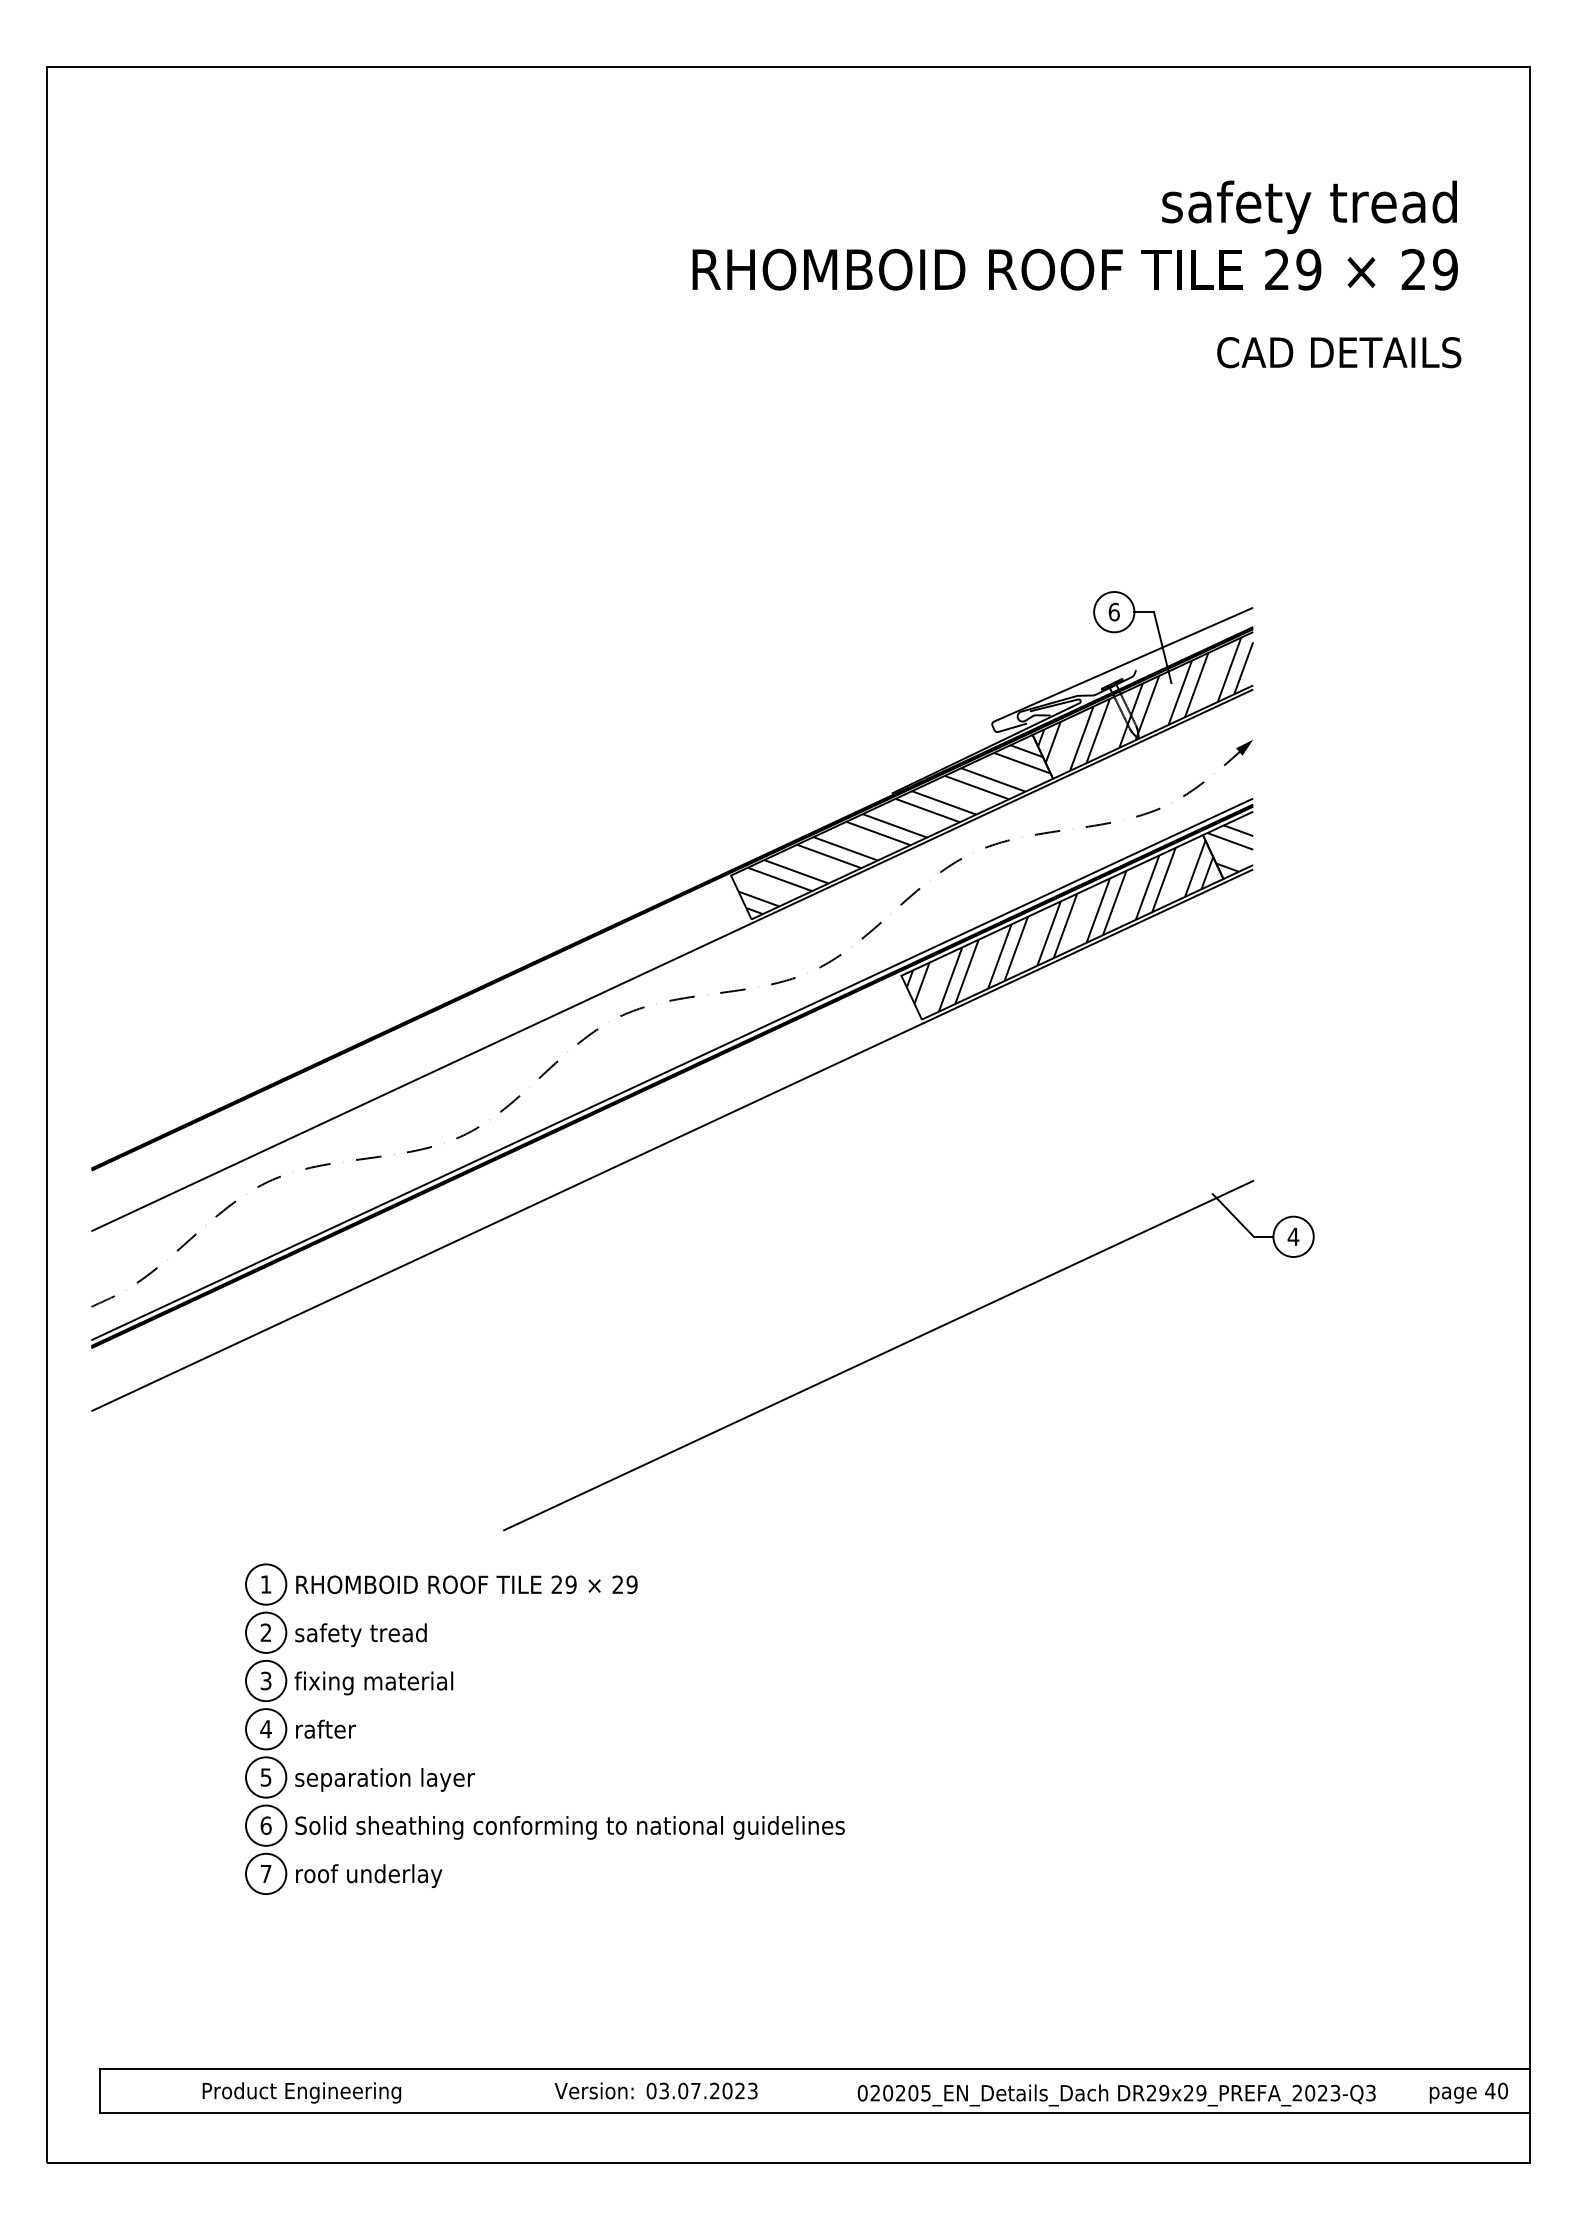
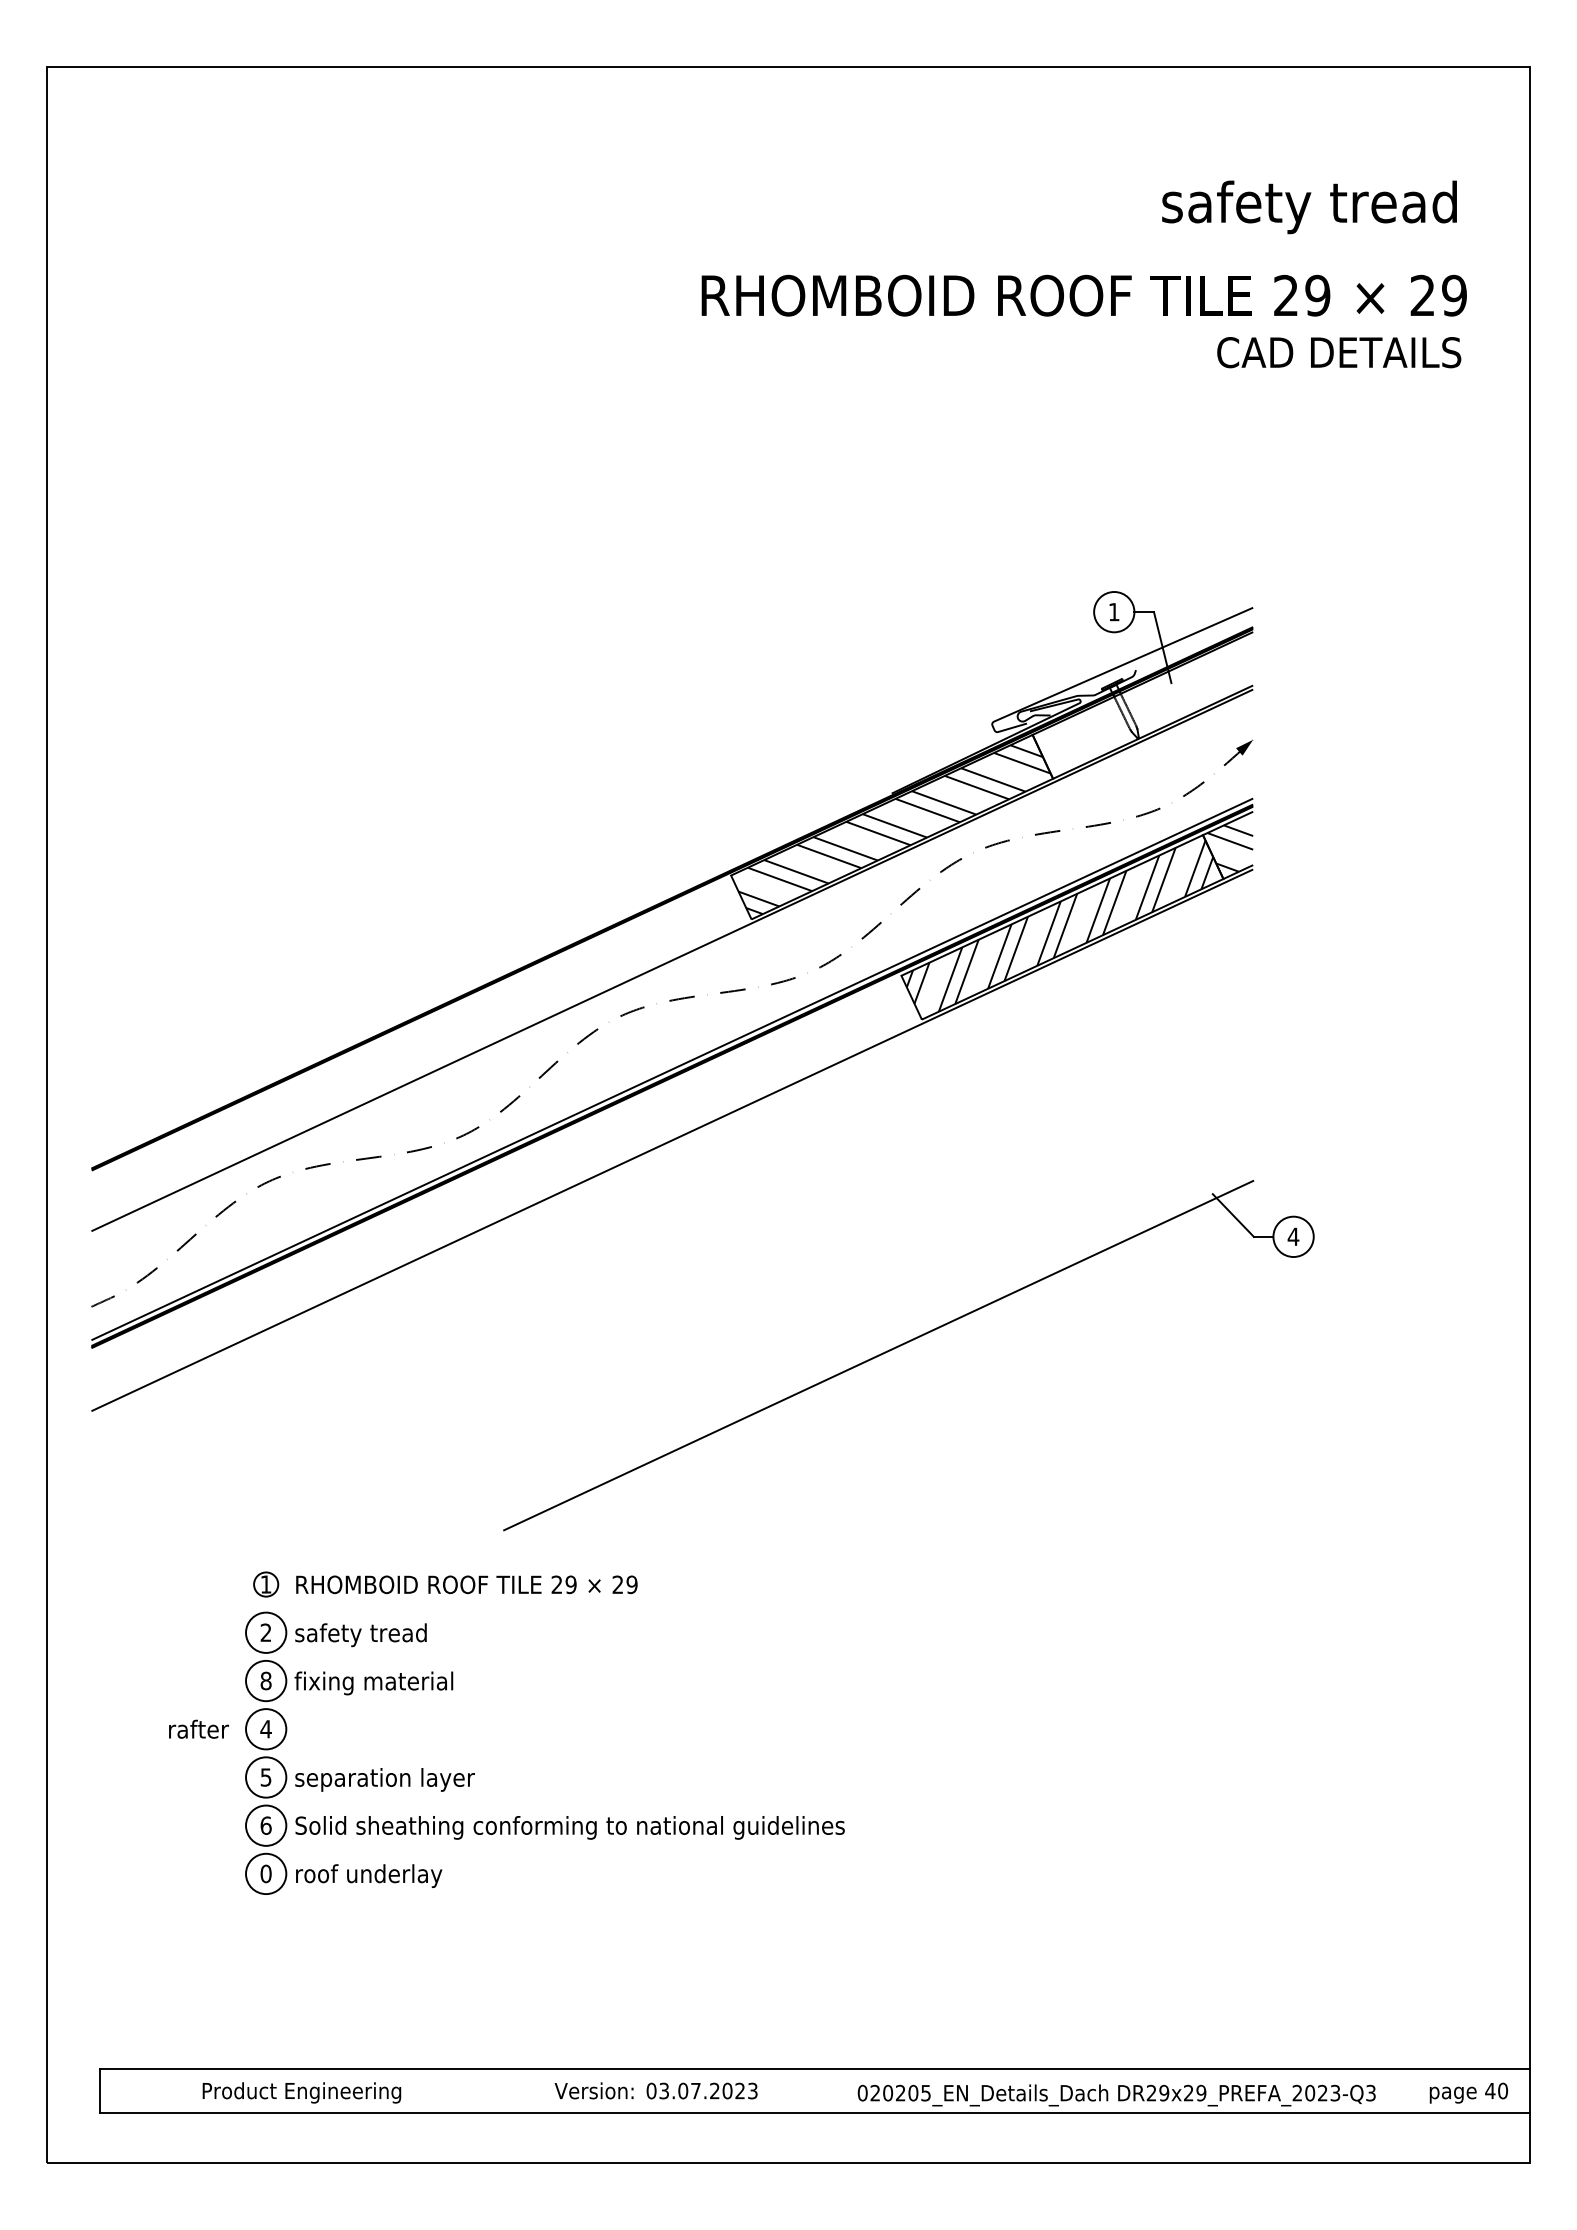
text at (1074, 269) position: (1074, 269) -> (1083, 295)
text at (1113, 611): 6 -> 1
hatch at (1145, 703): present -> none
circle at (266, 1584) diameter: 40 px -> 24 px
text at (265, 1680): 3 -> 8
text at (325, 1728) position: (325, 1728) -> (198, 1728)
text at (265, 1873): 7 -> 0
